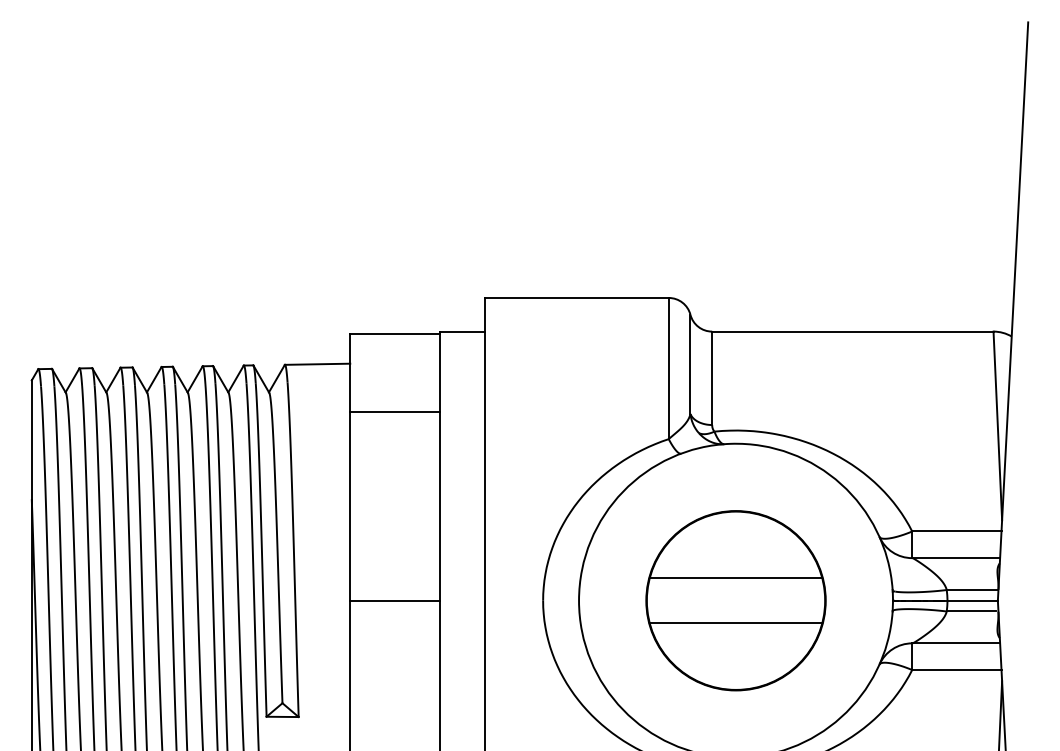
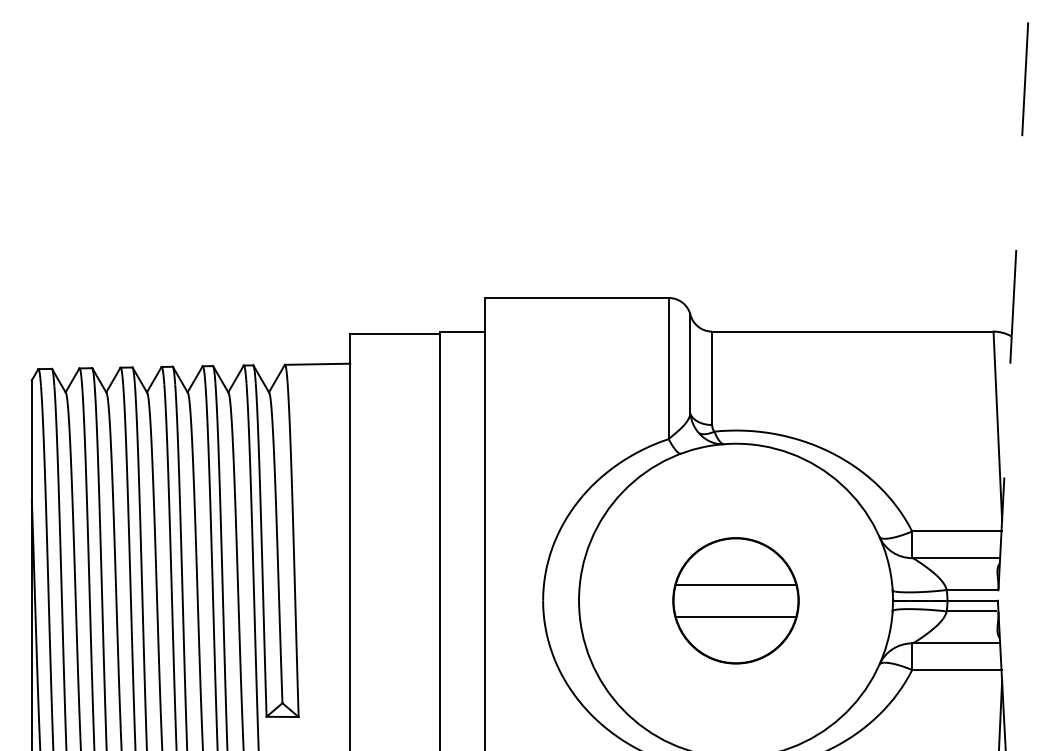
line at (1013, 311): solid -> dashed
line at (394, 411): present -> none
line at (394, 600): present -> none
part at (735, 600) size: 182x182 px -> 128x128 px
